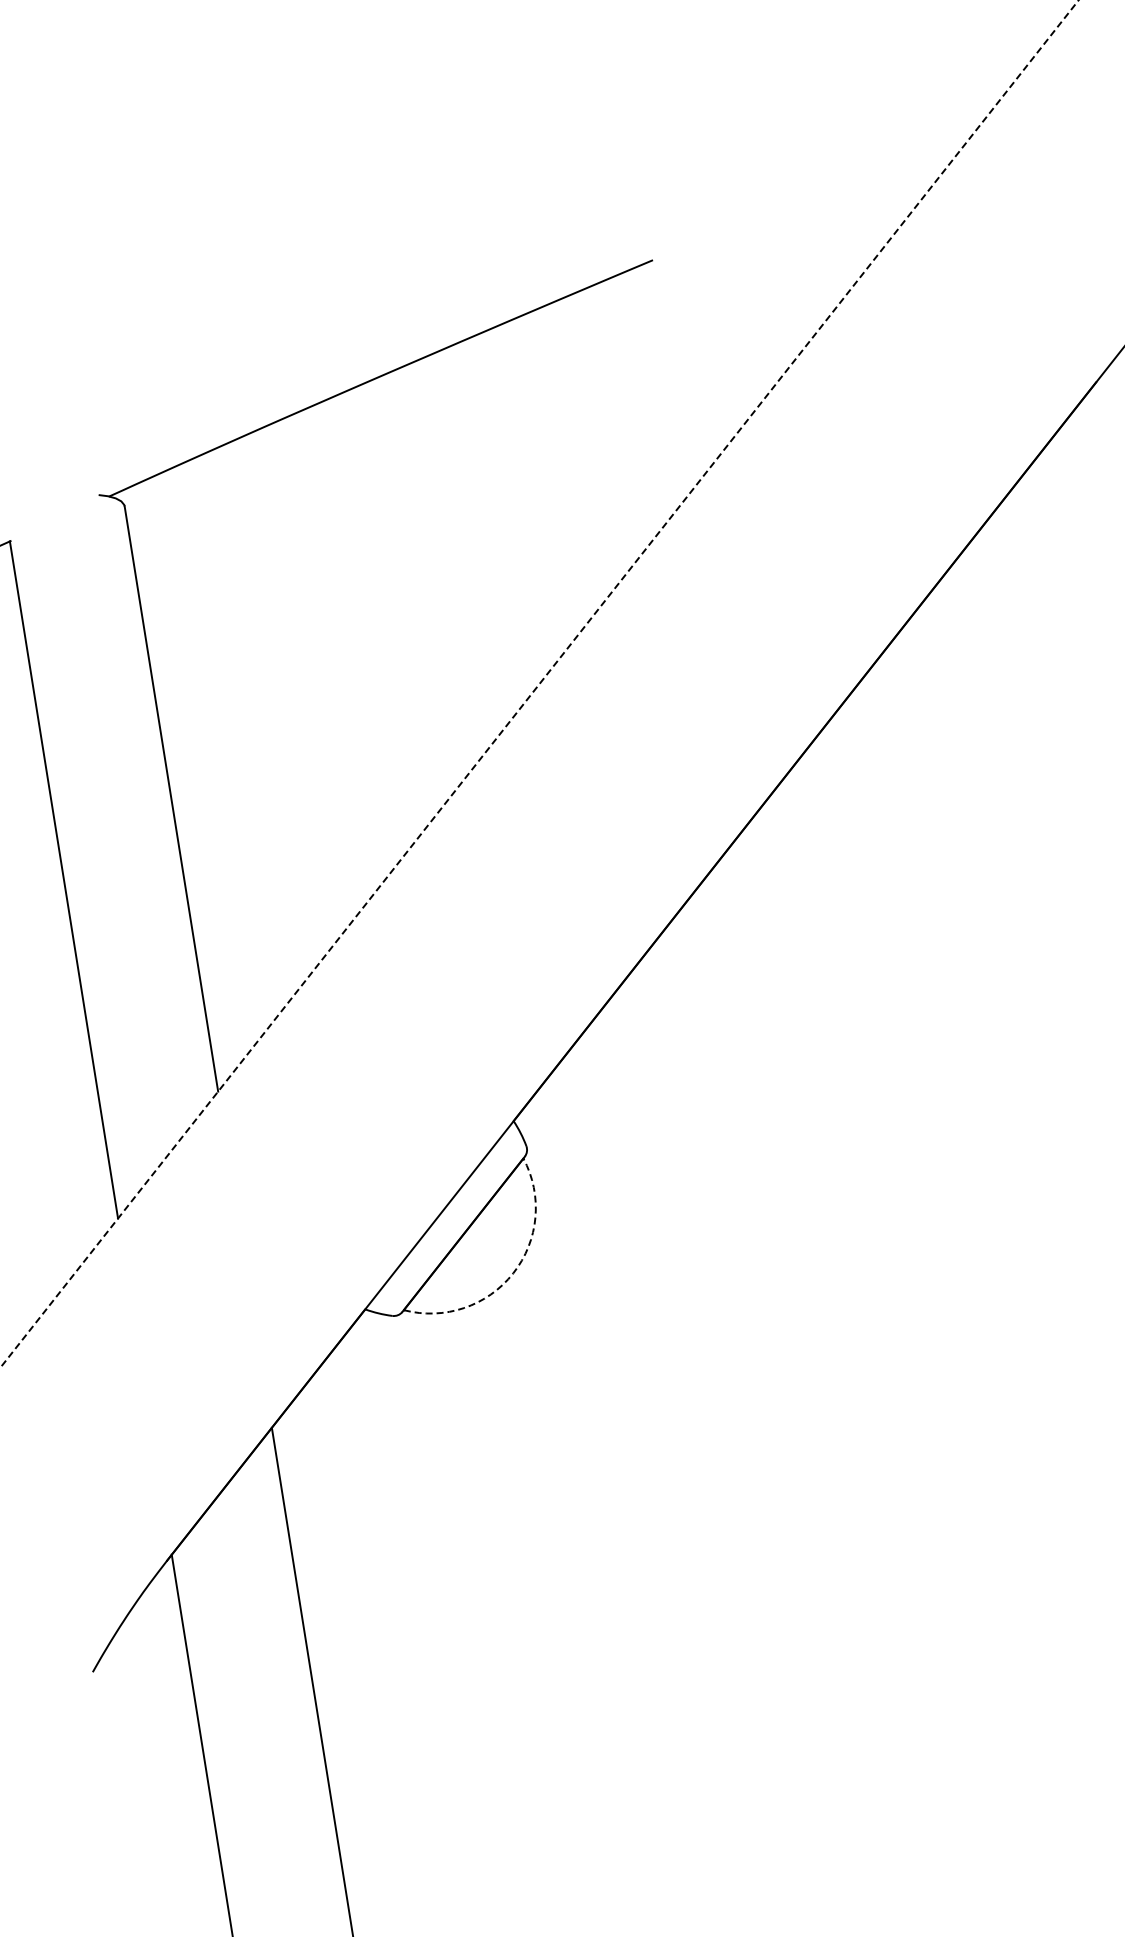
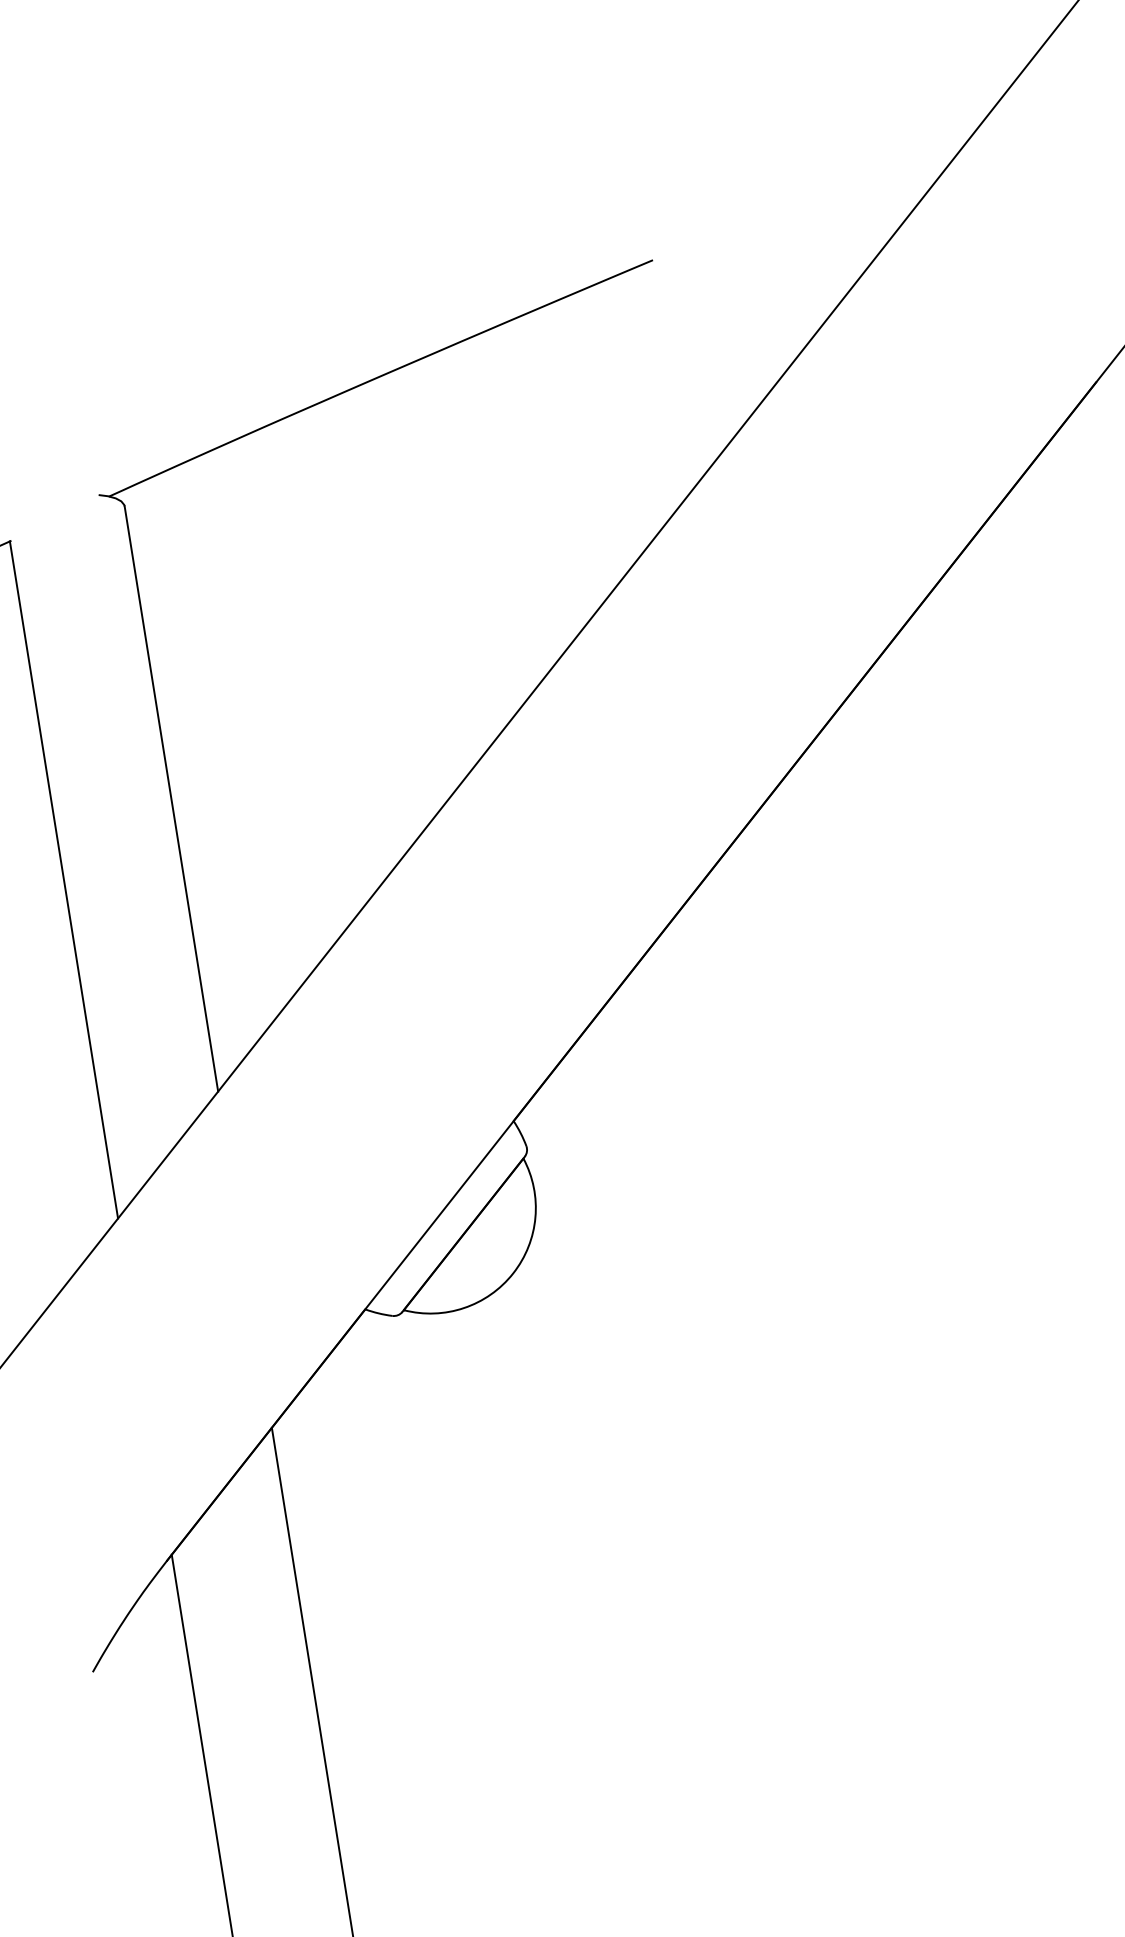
line at (539, 684): dashed -> solid
arc at (513, 1273): dashed -> solid
